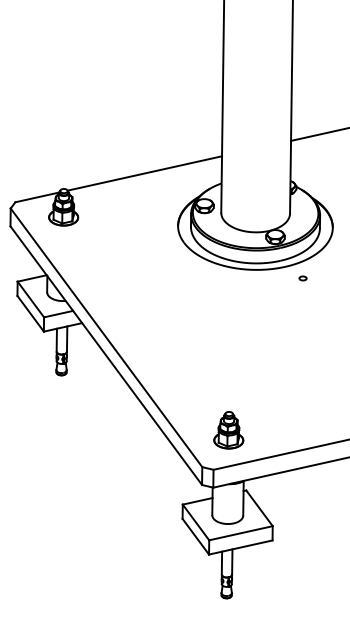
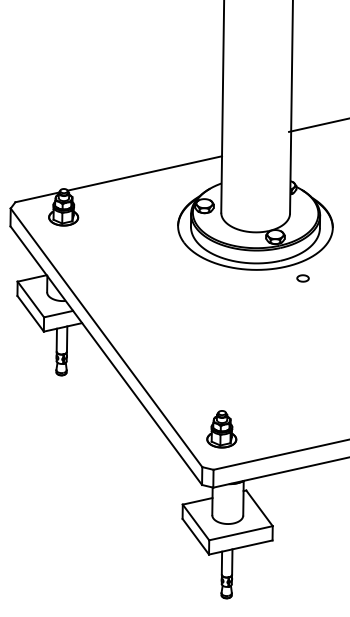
line at (318, 134) position: (318, 134) -> (317, 125)
part at (302, 278) size: 10x7 px -> 14x9 px
part at (228, 430) position: (228, 430) -> (221, 429)
